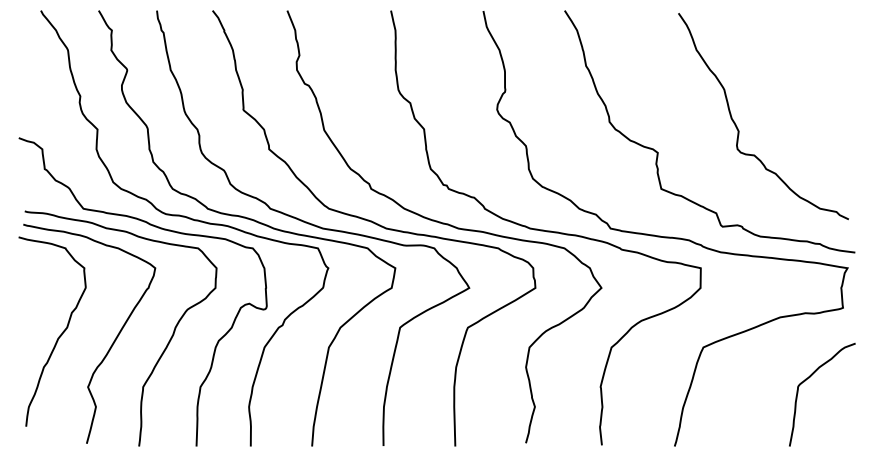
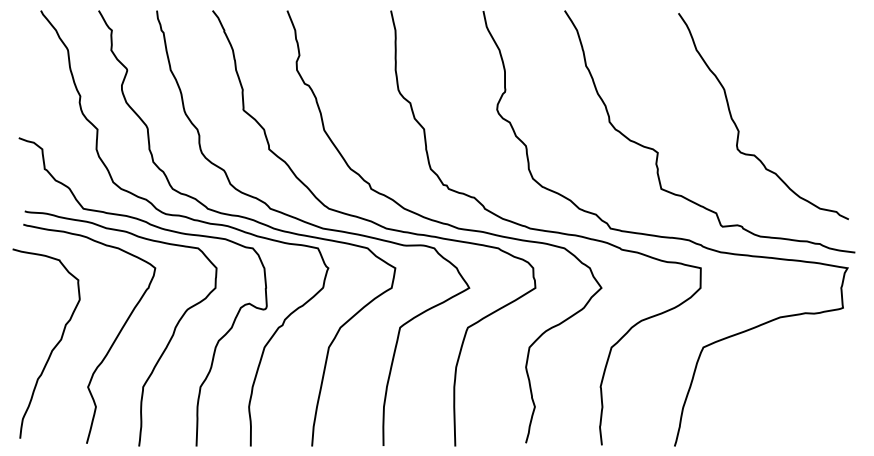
curve at (58, 336) position: (58, 336) -> (52, 348)
curve at (809, 378): present -> none
